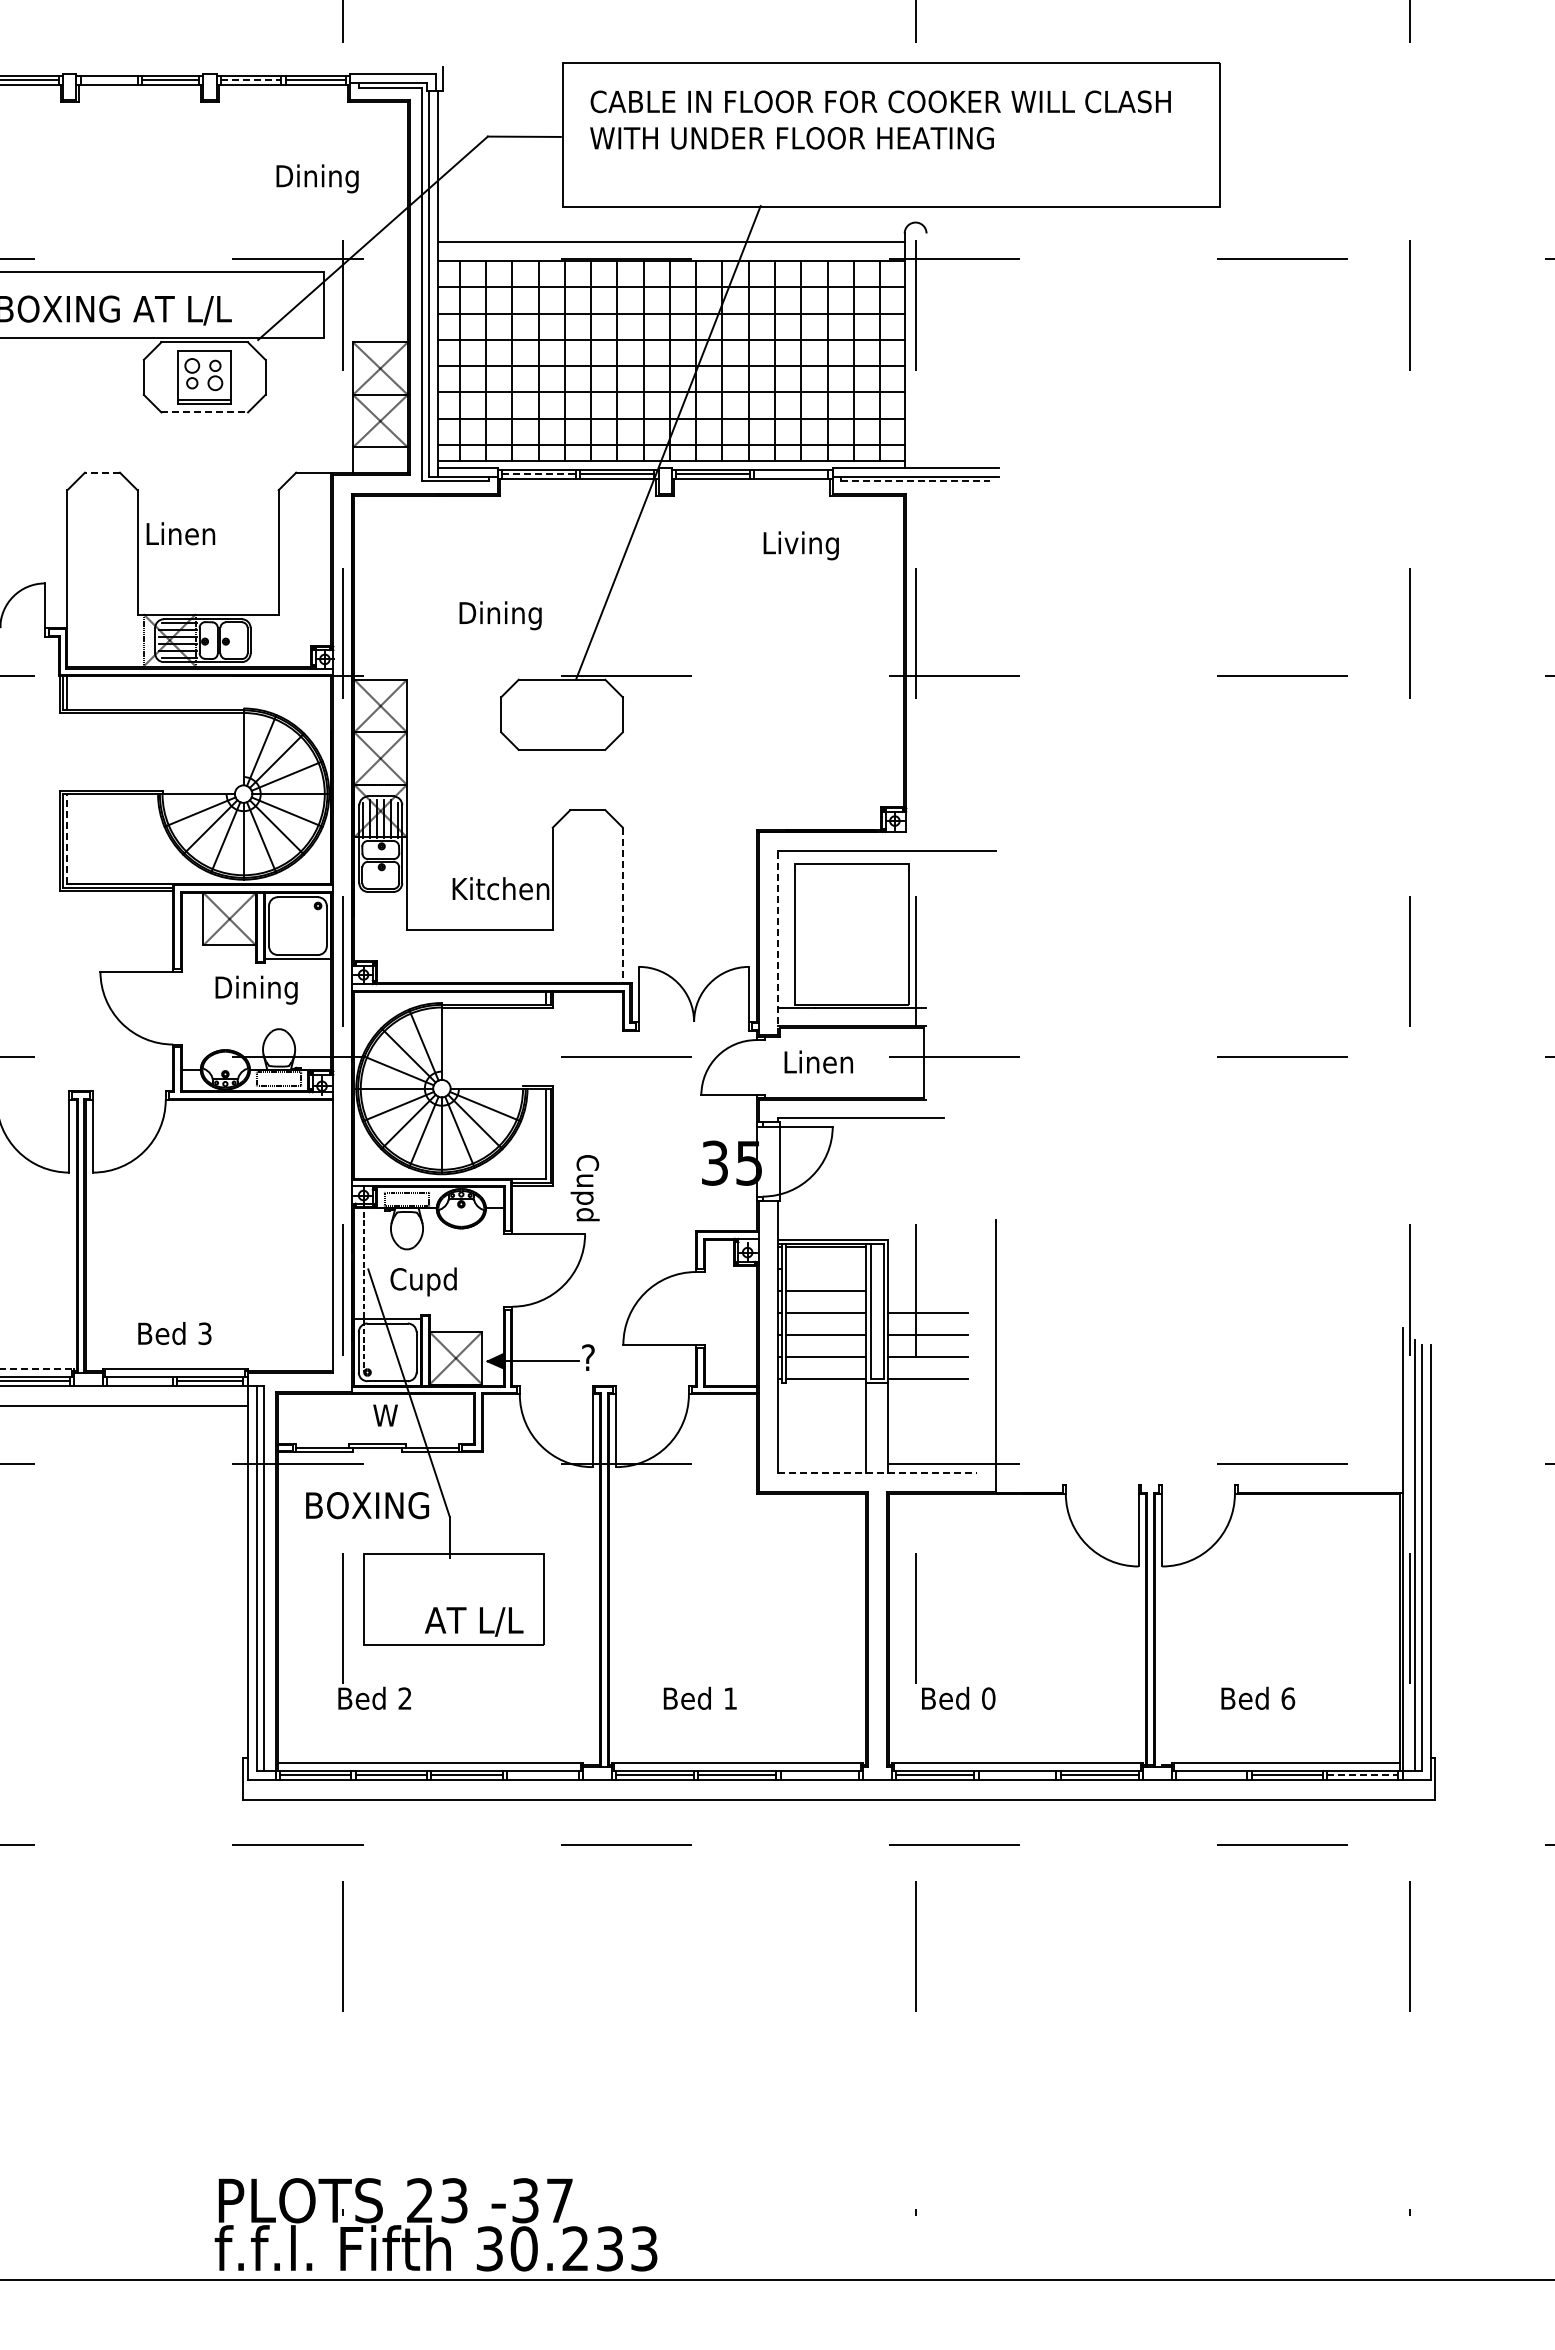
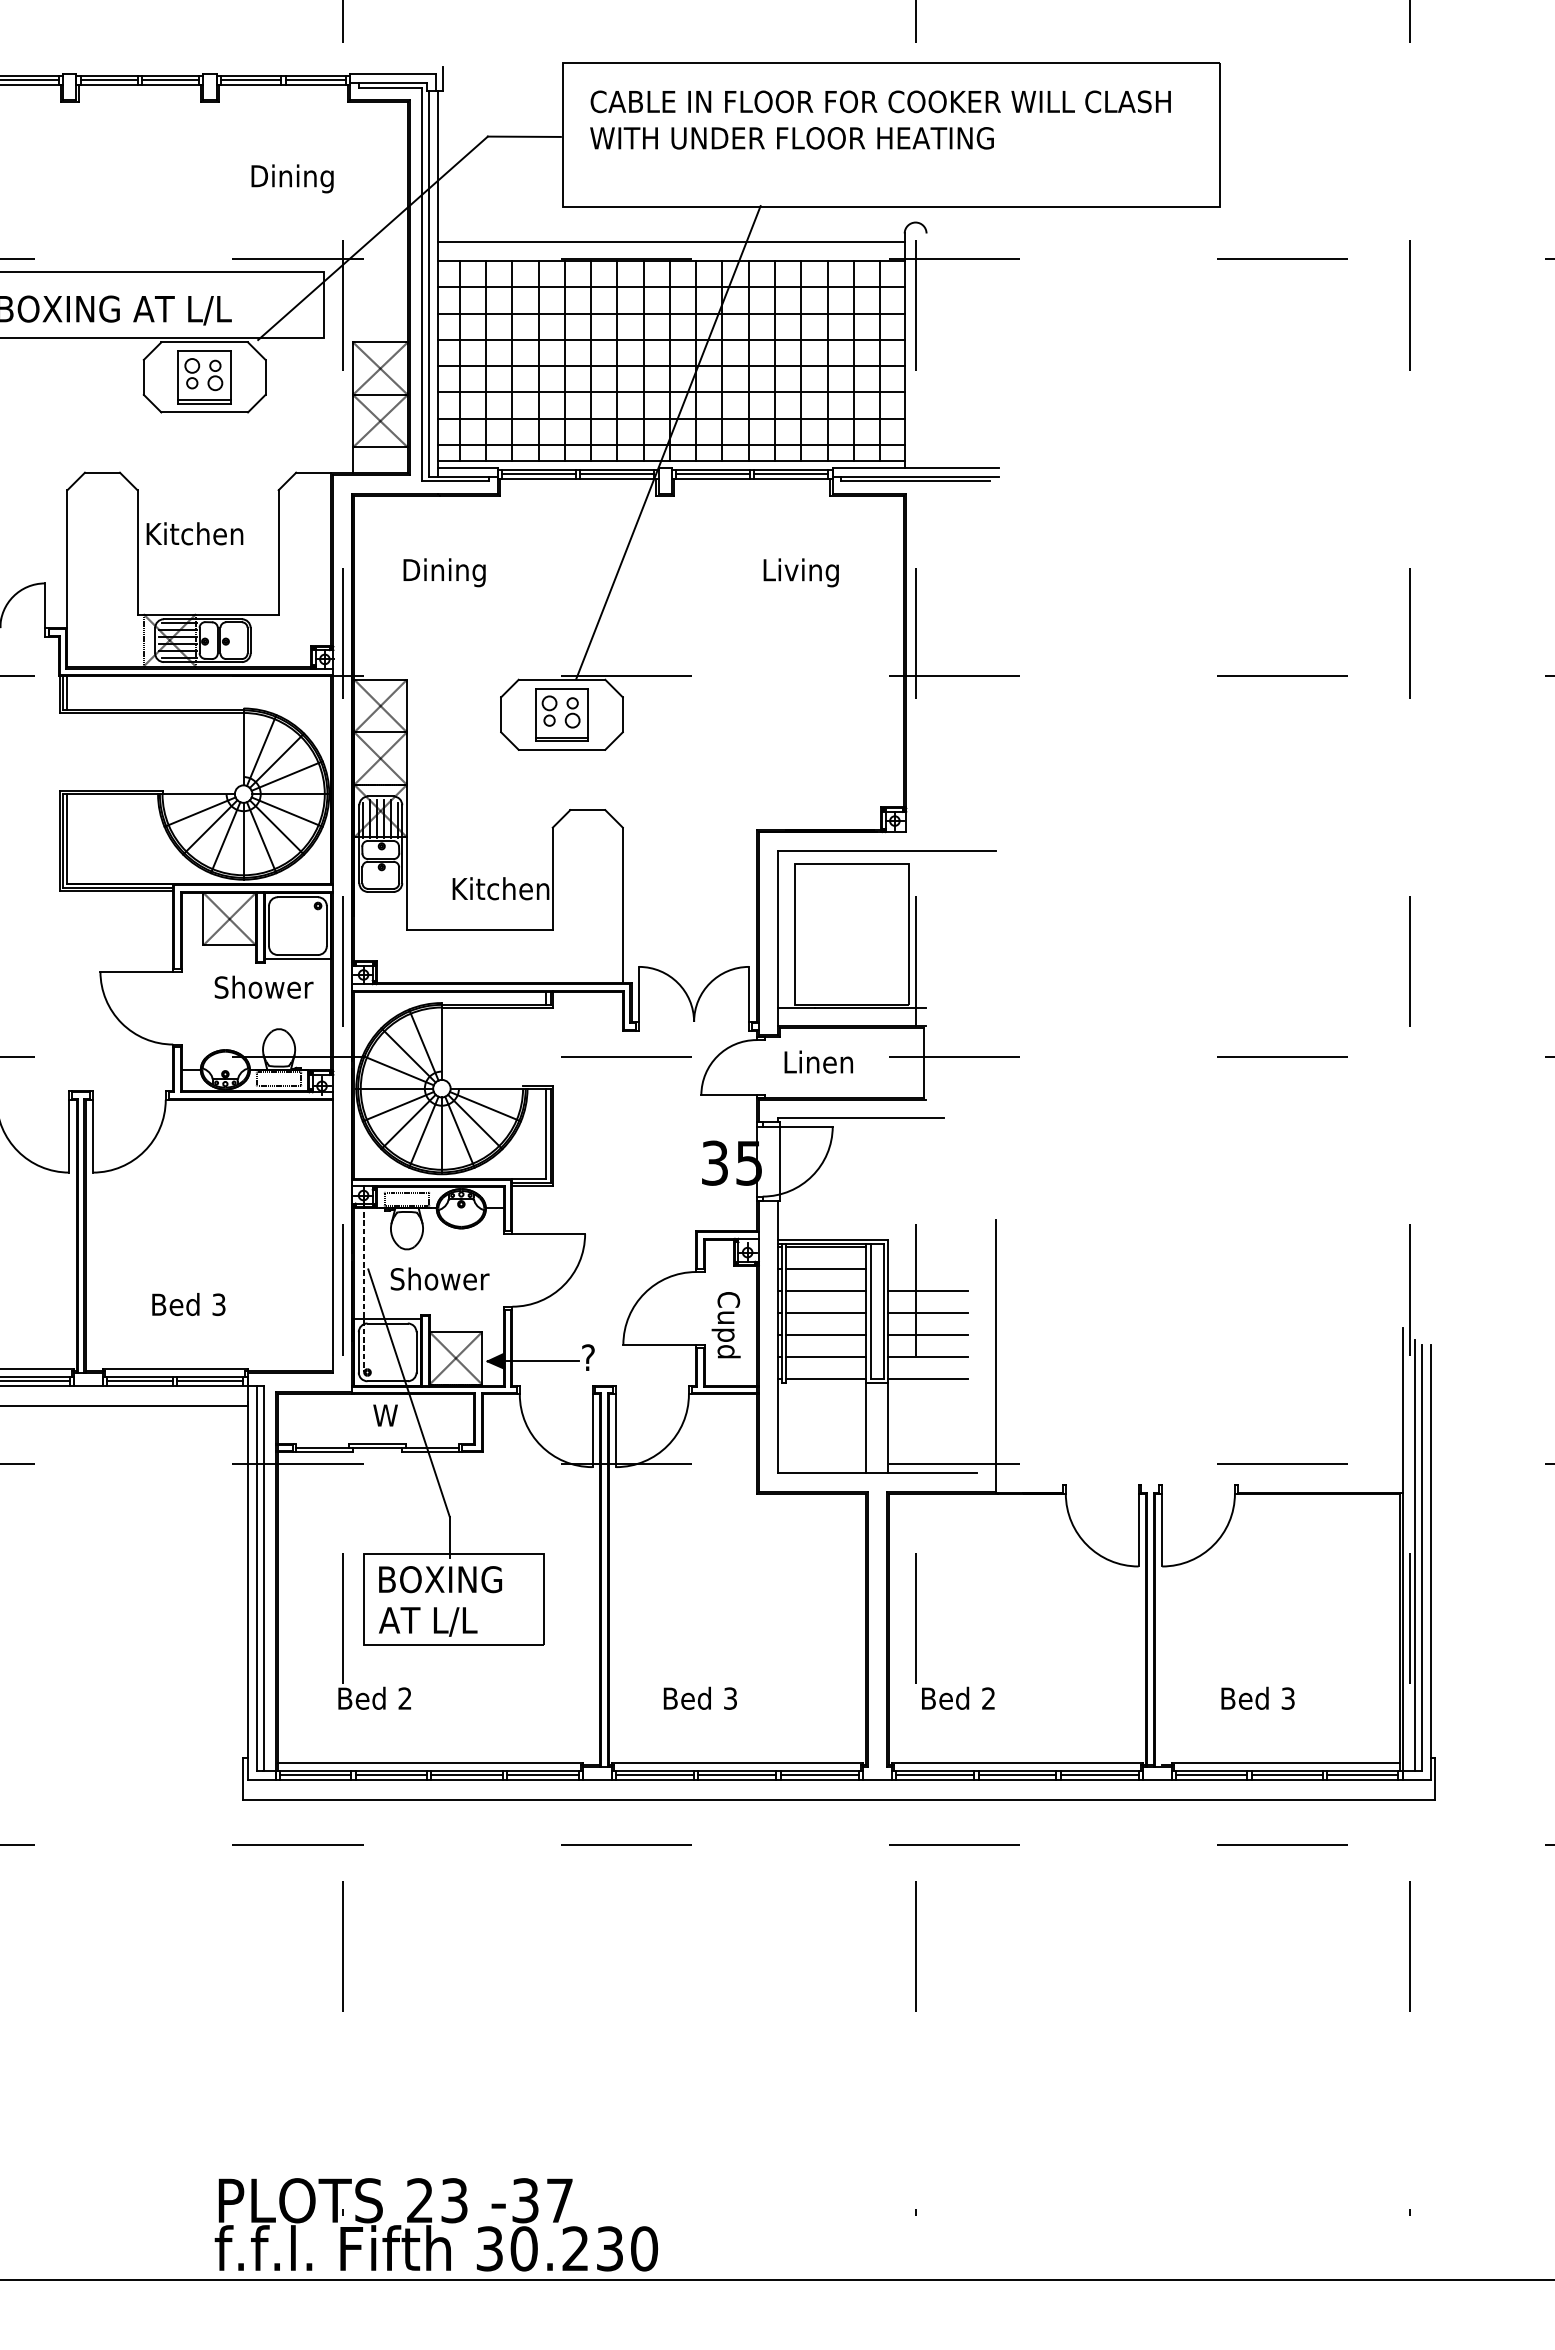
line at (108, 80): none -> present
line at (251, 80): dashed -> solid
text at (317, 178) position: (317, 178) -> (292, 178)
line at (205, 412): dashed -> solid
line at (102, 472): dashed -> solid
line at (539, 474): dashed -> solid
line at (791, 474): none -> present
line at (916, 481): dashed -> solid
text at (196, 533): Linen -> Kitchen
text at (800, 545) position: (800, 545) -> (800, 572)
text at (500, 615) position: (500, 615) -> (444, 572)
part at (561, 714): none -> present
line at (67, 839): dashed -> solid
line at (622, 905): dashed -> solid
line at (777, 942): dashed -> solid
text at (263, 989): Dining -> Shower
text at (584, 1188) position: (584, 1188) -> (725, 1325)
line at (826, 1269): none -> present
text at (439, 1281): Cupd -> Shower
line at (928, 1291): none -> present
text at (174, 1333) position: (174, 1333) -> (188, 1304)
line at (37, 1369): dashed -> solid
line at (139, 1381): none -> present
line at (877, 1472): dashed -> solid
text at (367, 1505) position: (367, 1505) -> (440, 1579)
text at (474, 1621) position: (474, 1621) -> (428, 1621)
text at (730, 1698): 1 -> 3
text at (988, 1698): 0 -> 2
text at (1288, 1698): 6 -> 3
line at (542, 1775): none -> present
line at (819, 1775): none -> present
line at (1017, 1775): none -> present
line at (1211, 1775): none -> present
line at (1362, 1775): dashed -> solid
text at (644, 2248): 30.233 -> 30.230
